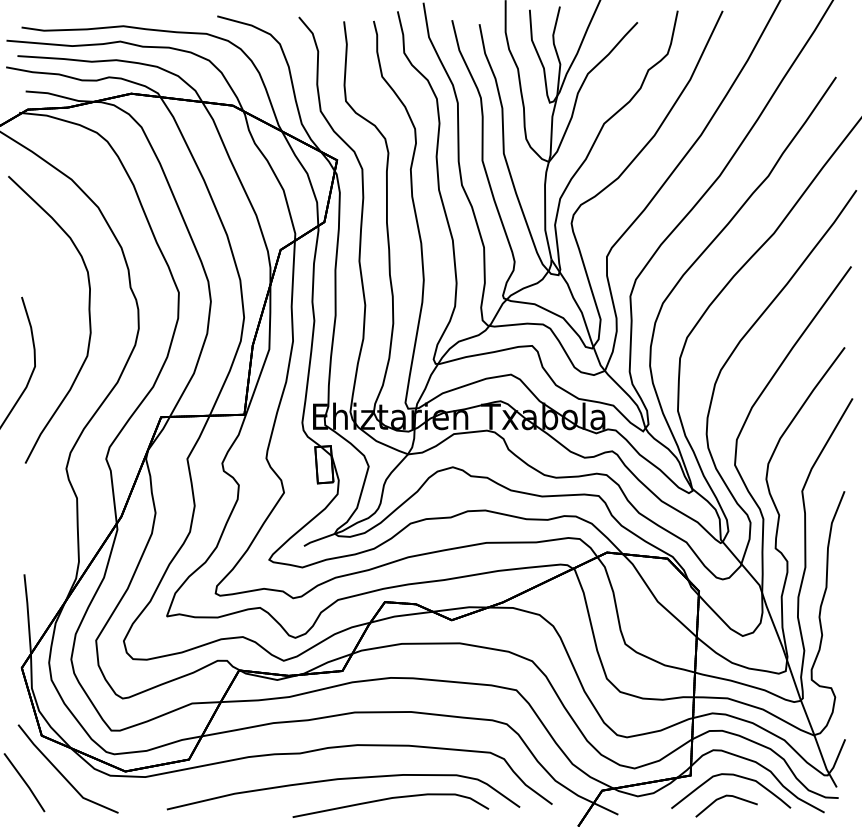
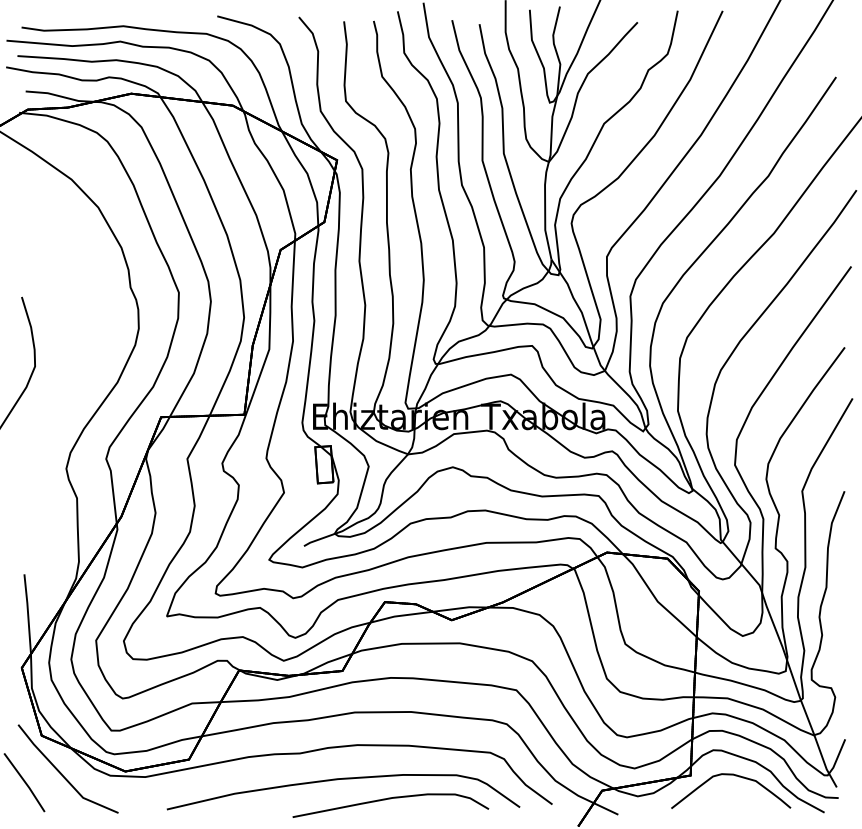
curve at (88, 316): present -> none
line at (722, 798): present -> none
